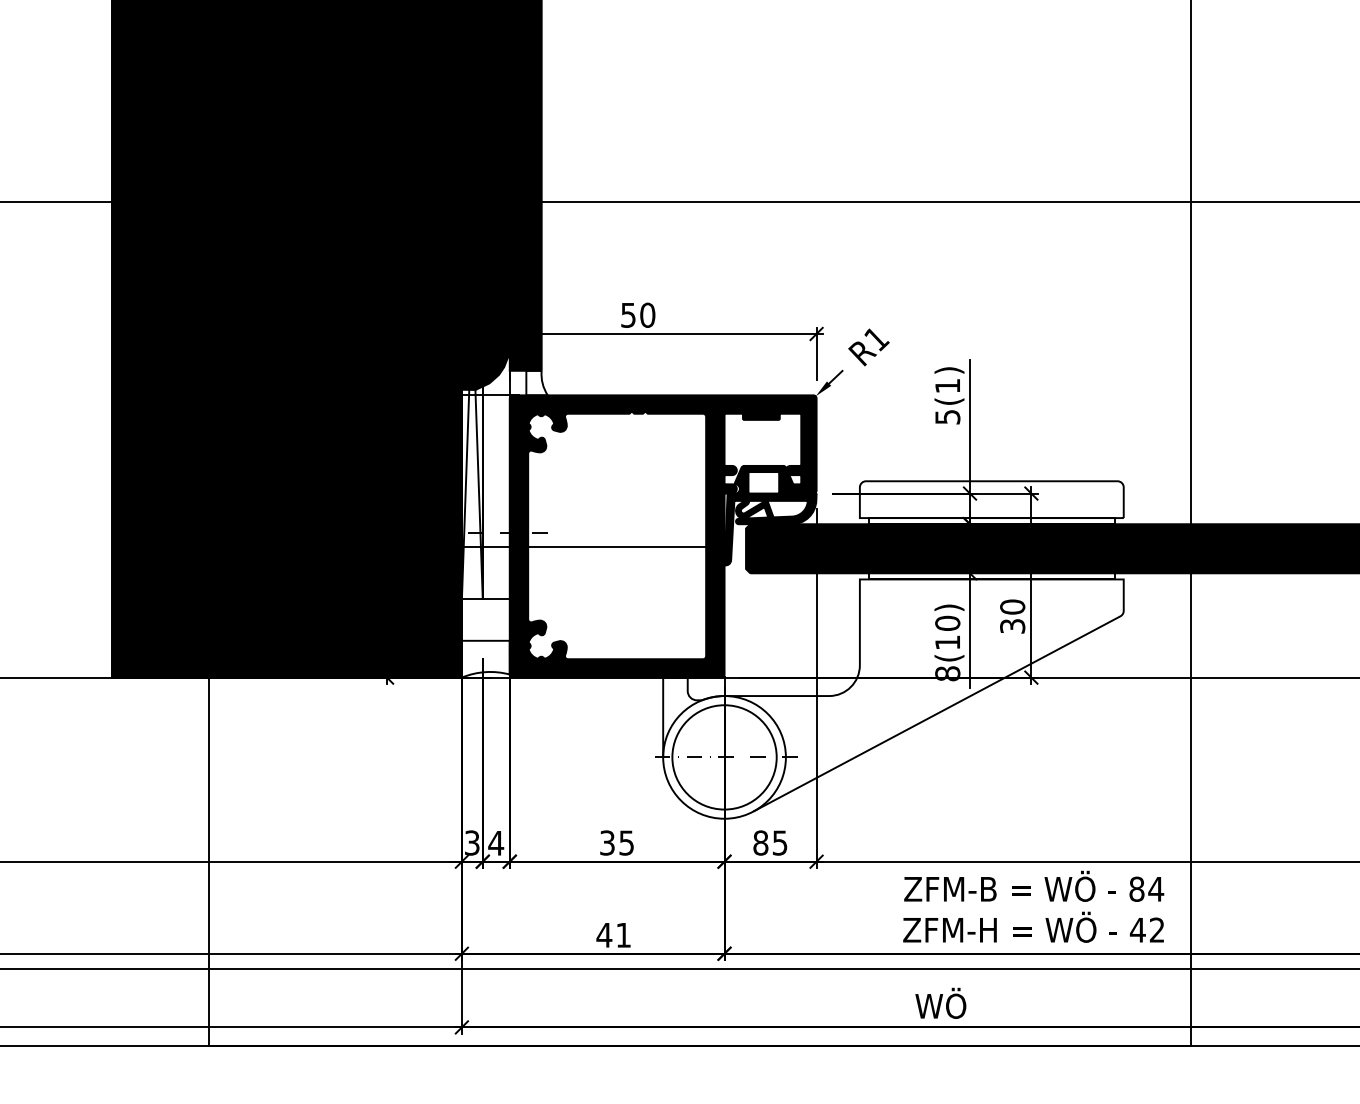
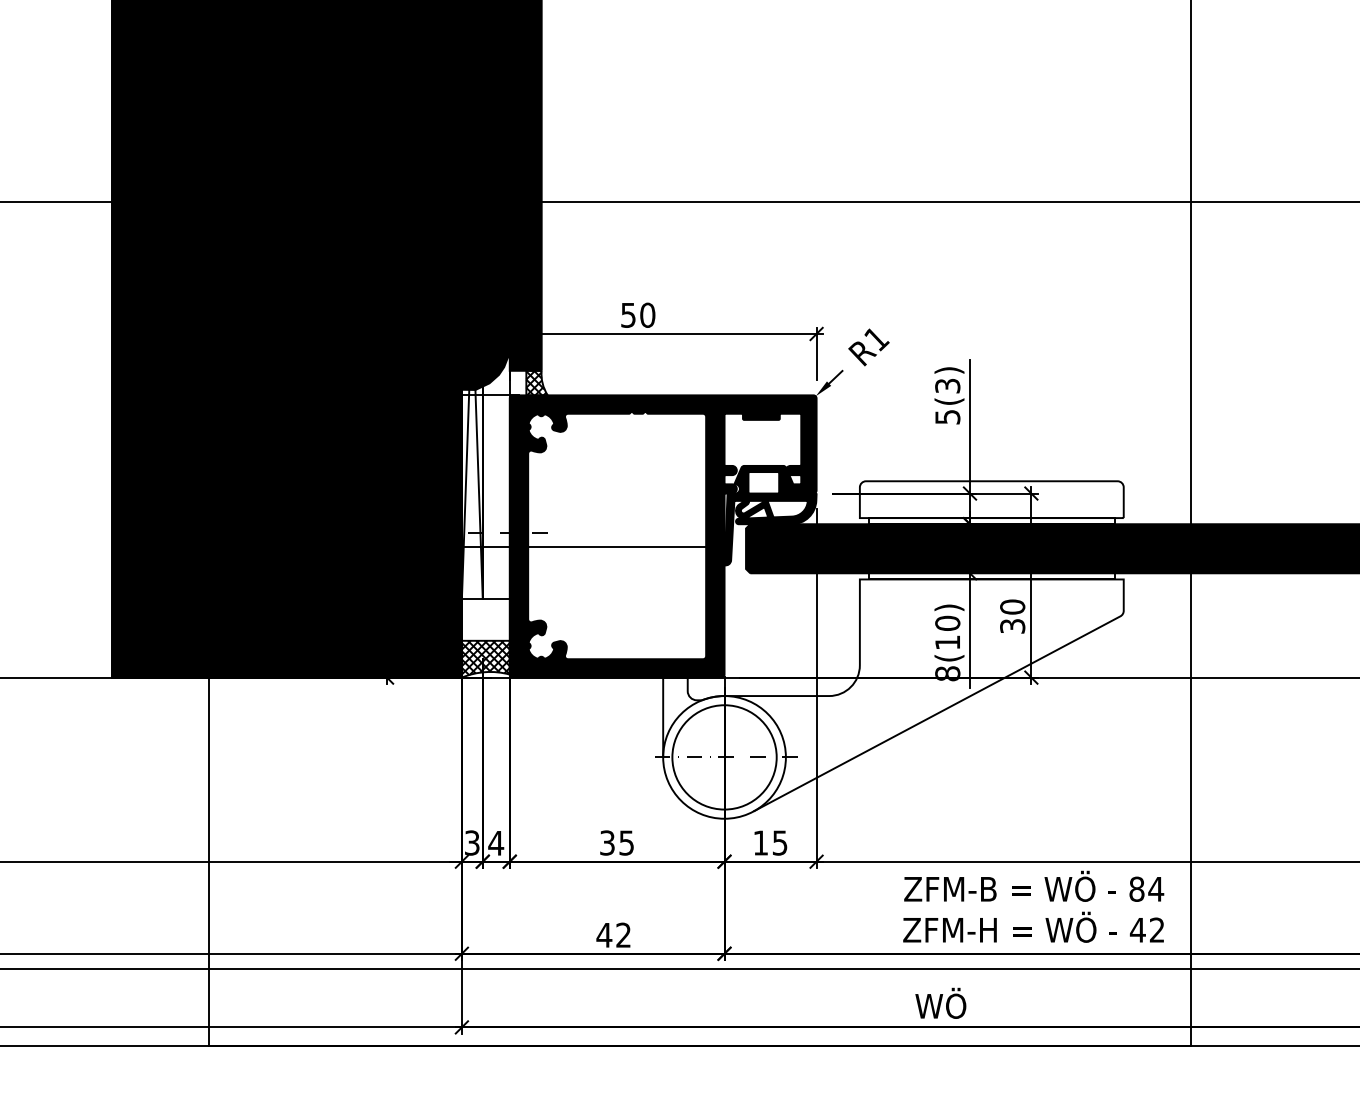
hatch at (536, 382): none -> present
text at (947, 386): 5(1) -> 5(3)
hatch at (485, 658): none -> present
text at (760, 842): 85 -> 15
text at (623, 934): 41 -> 42
